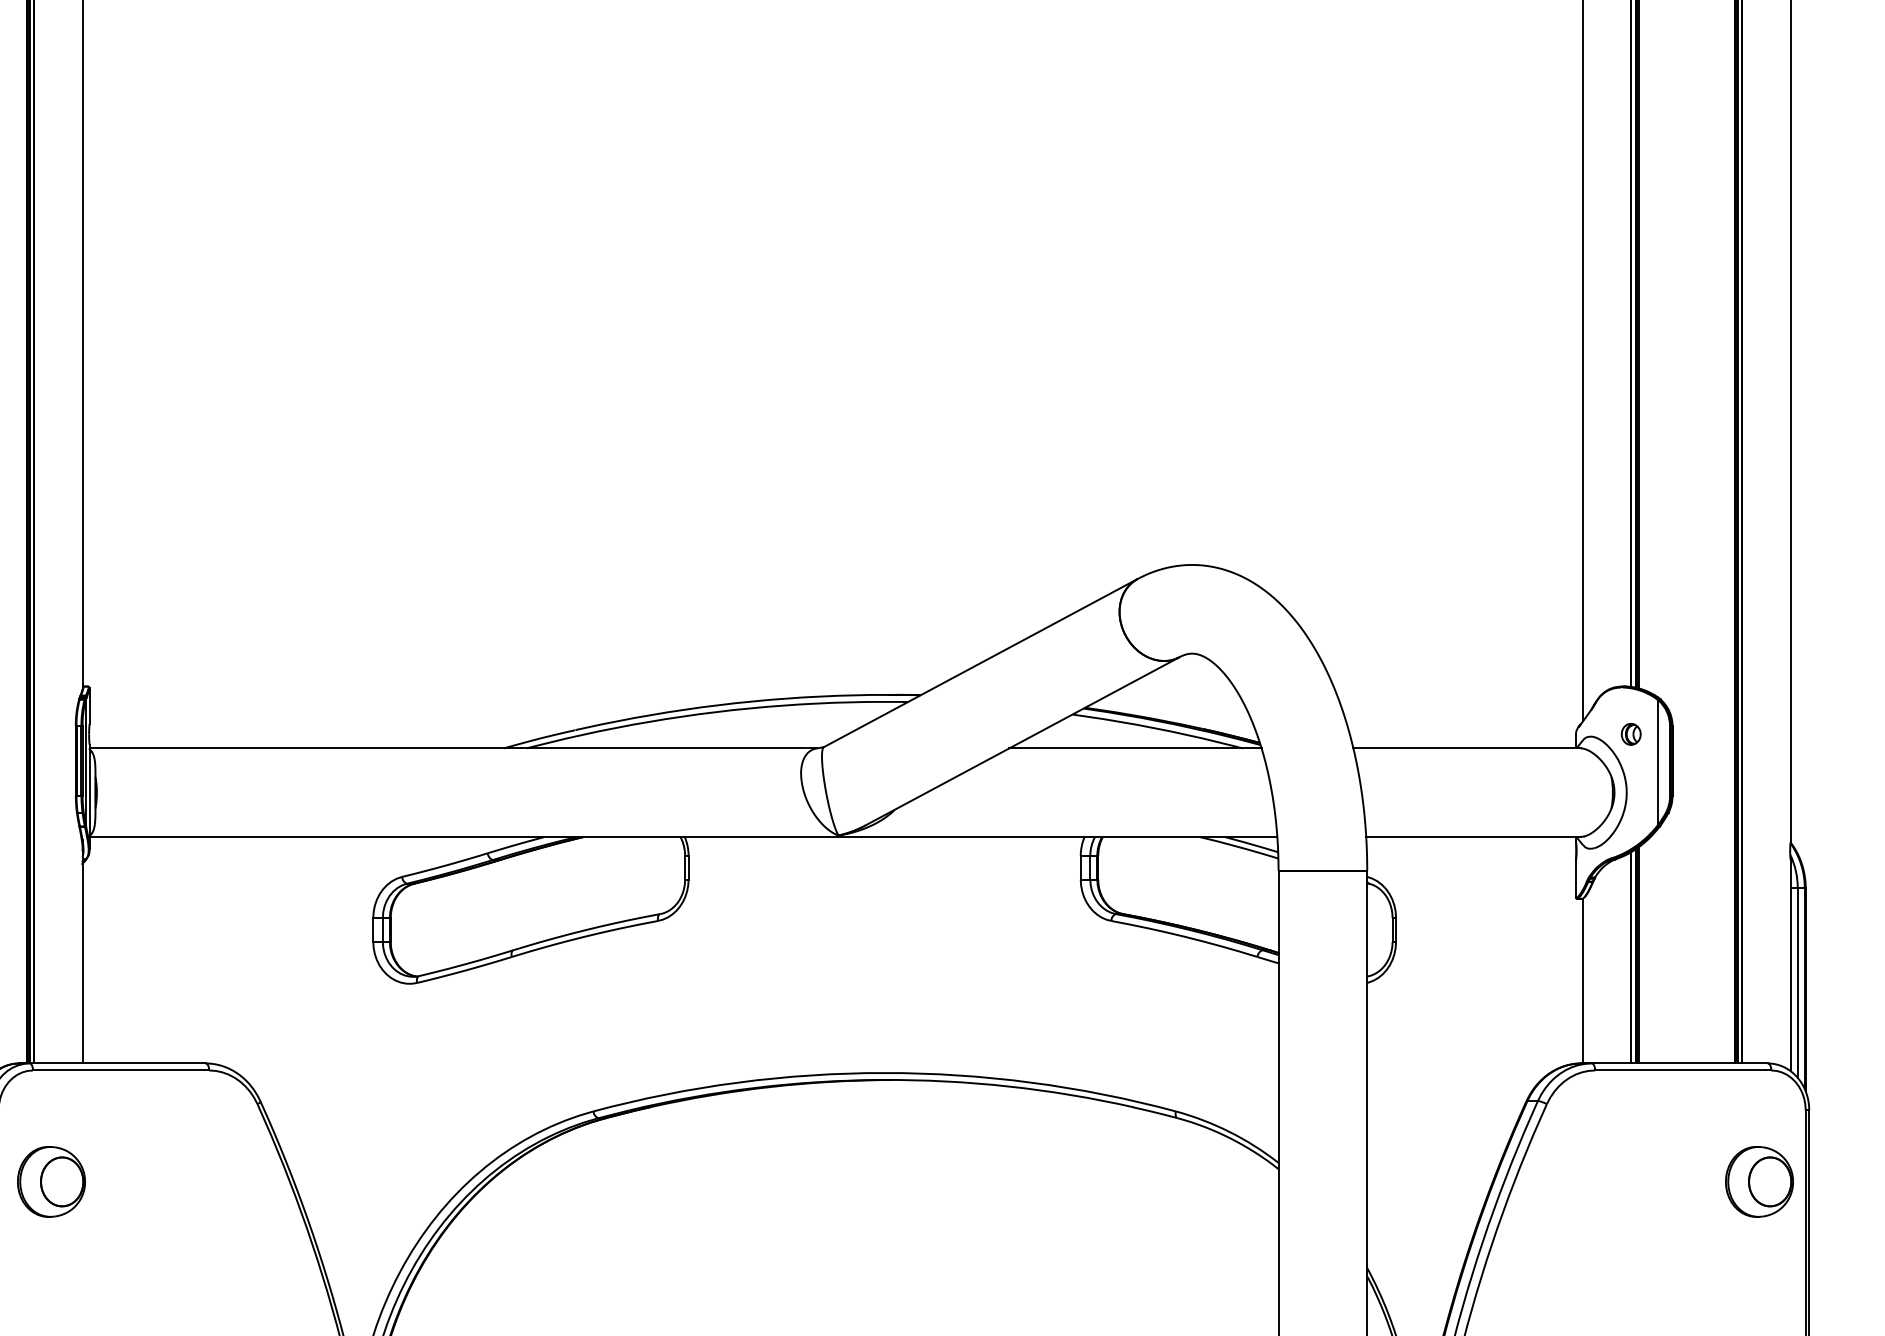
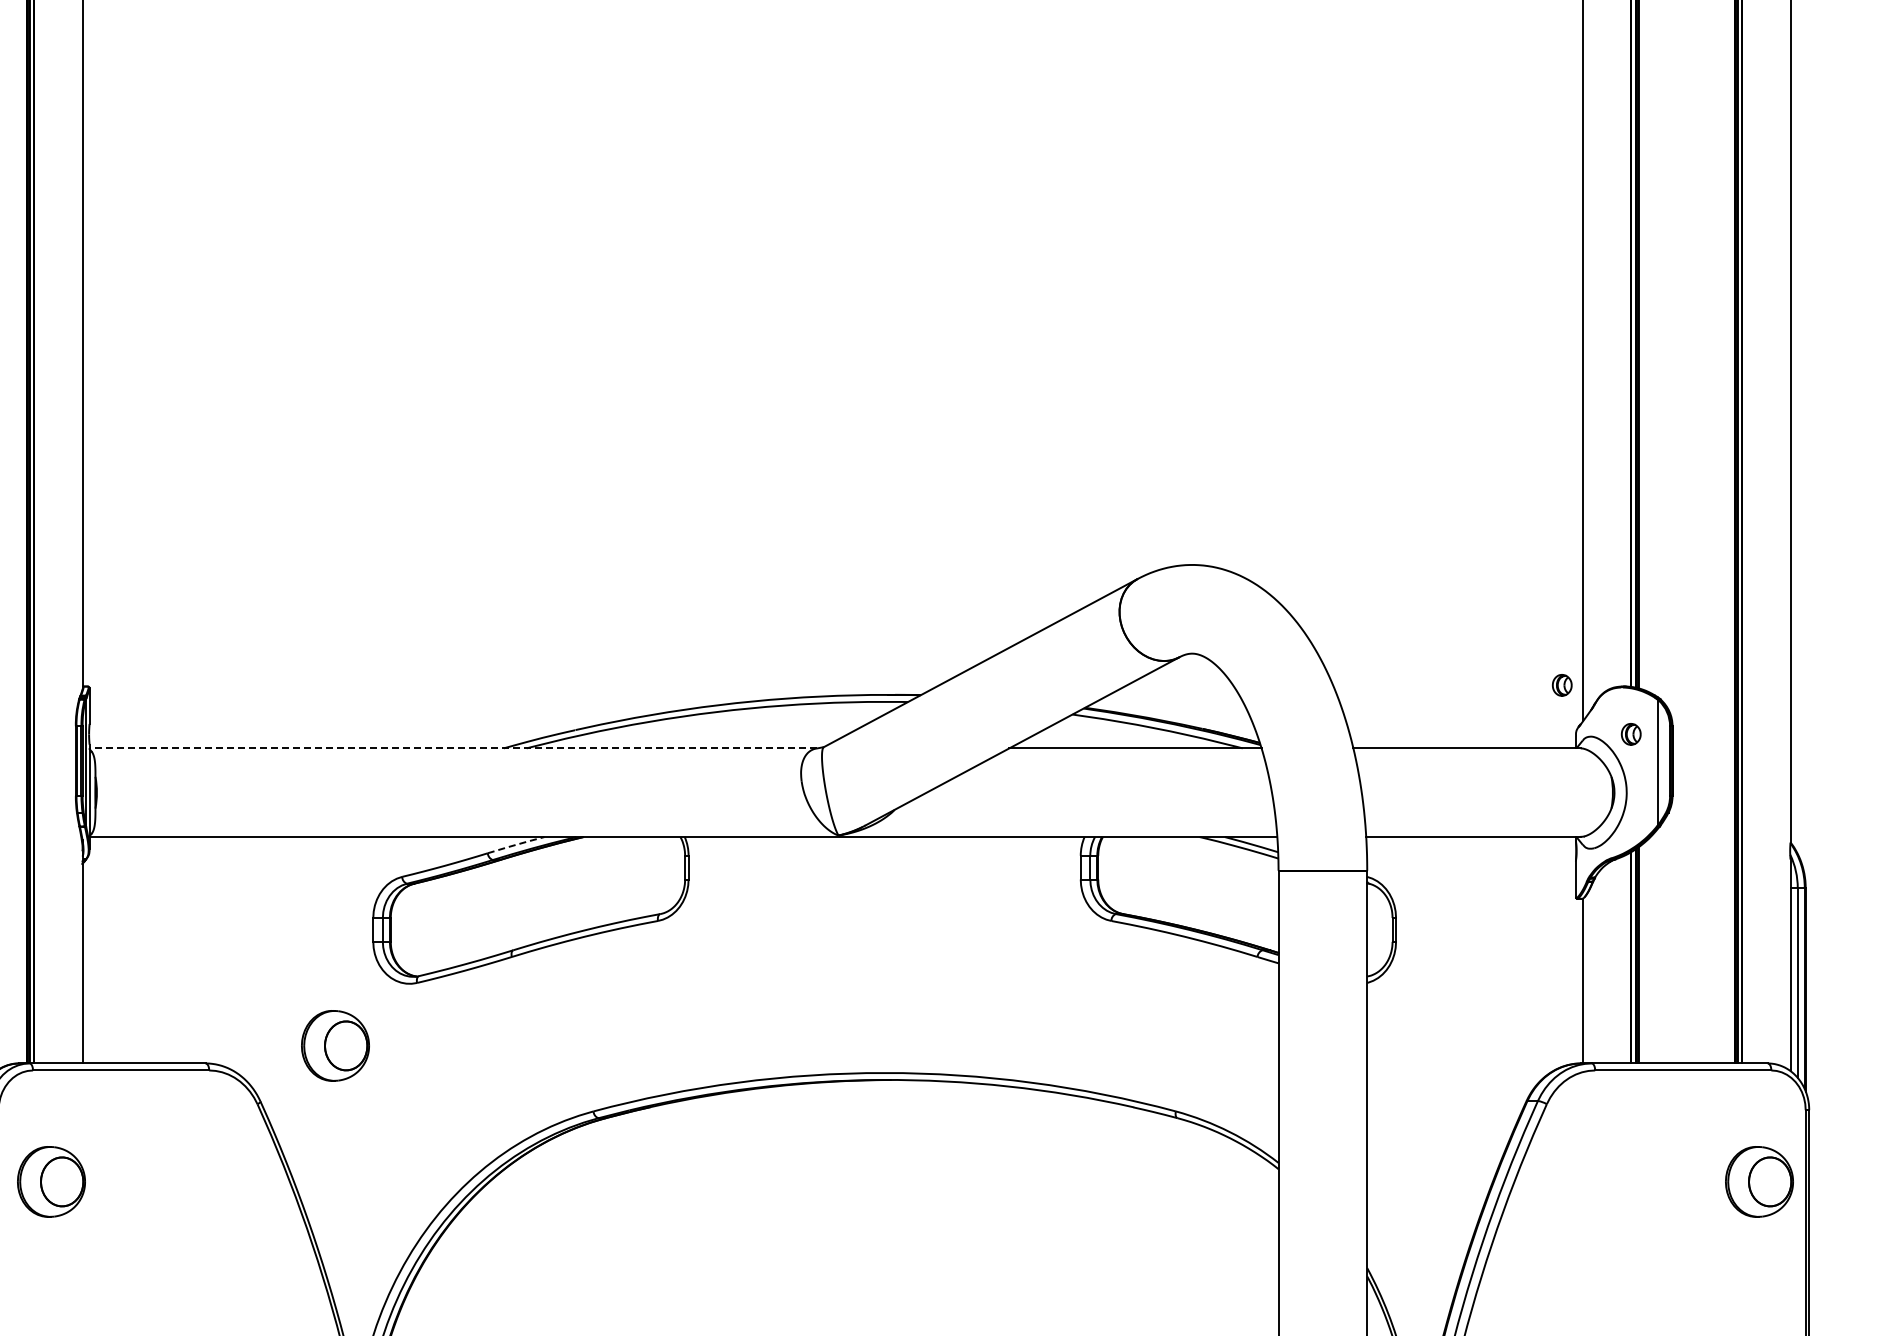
part at (1561, 685): none -> present
line at (453, 748): solid -> dashed
line at (515, 844): solid -> dashed
part at (335, 1045): none -> present
